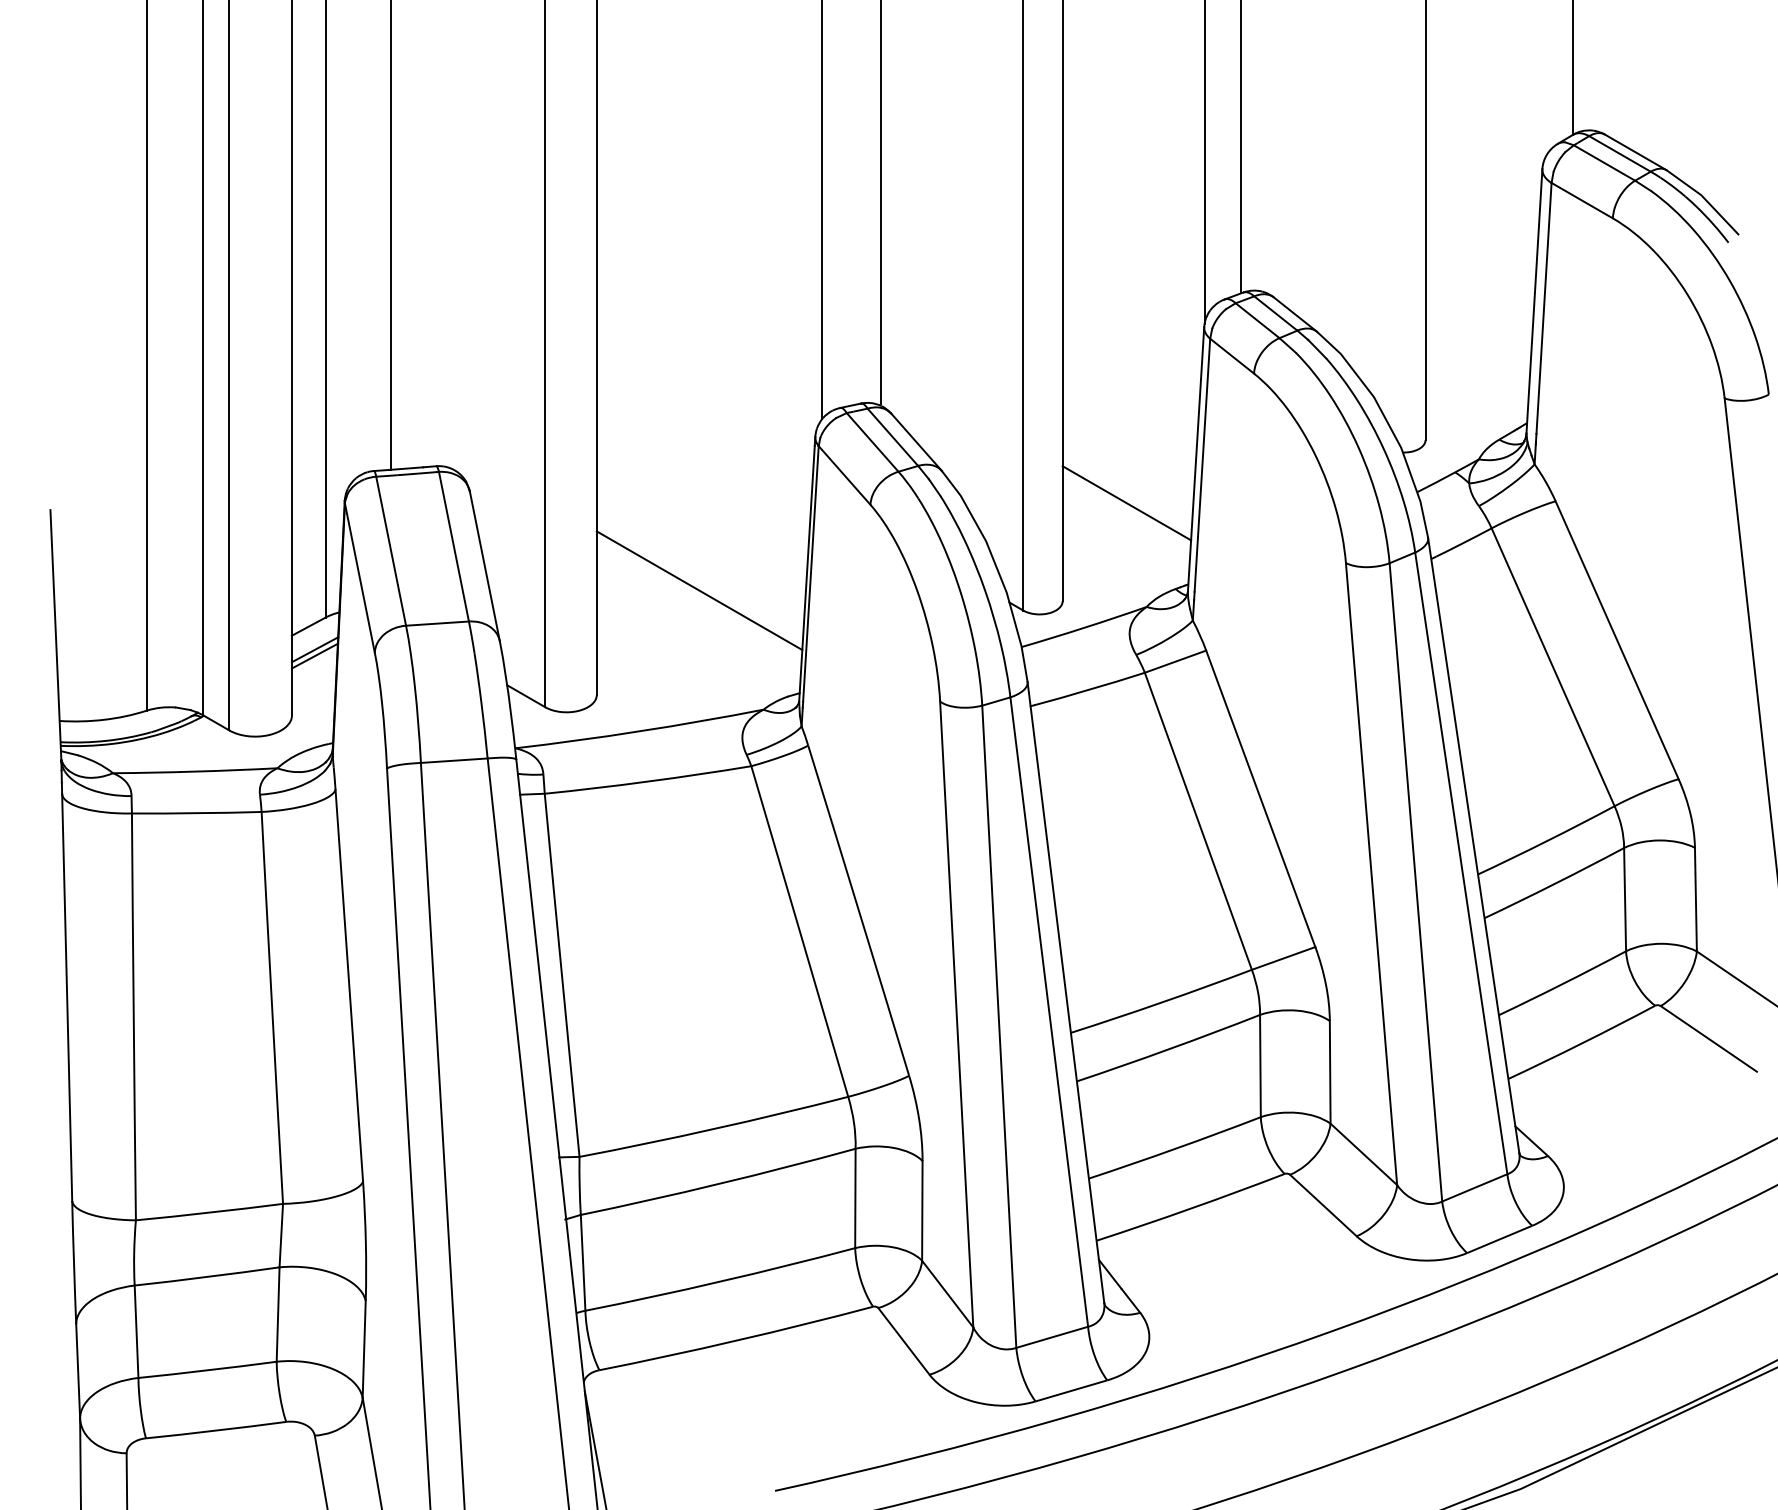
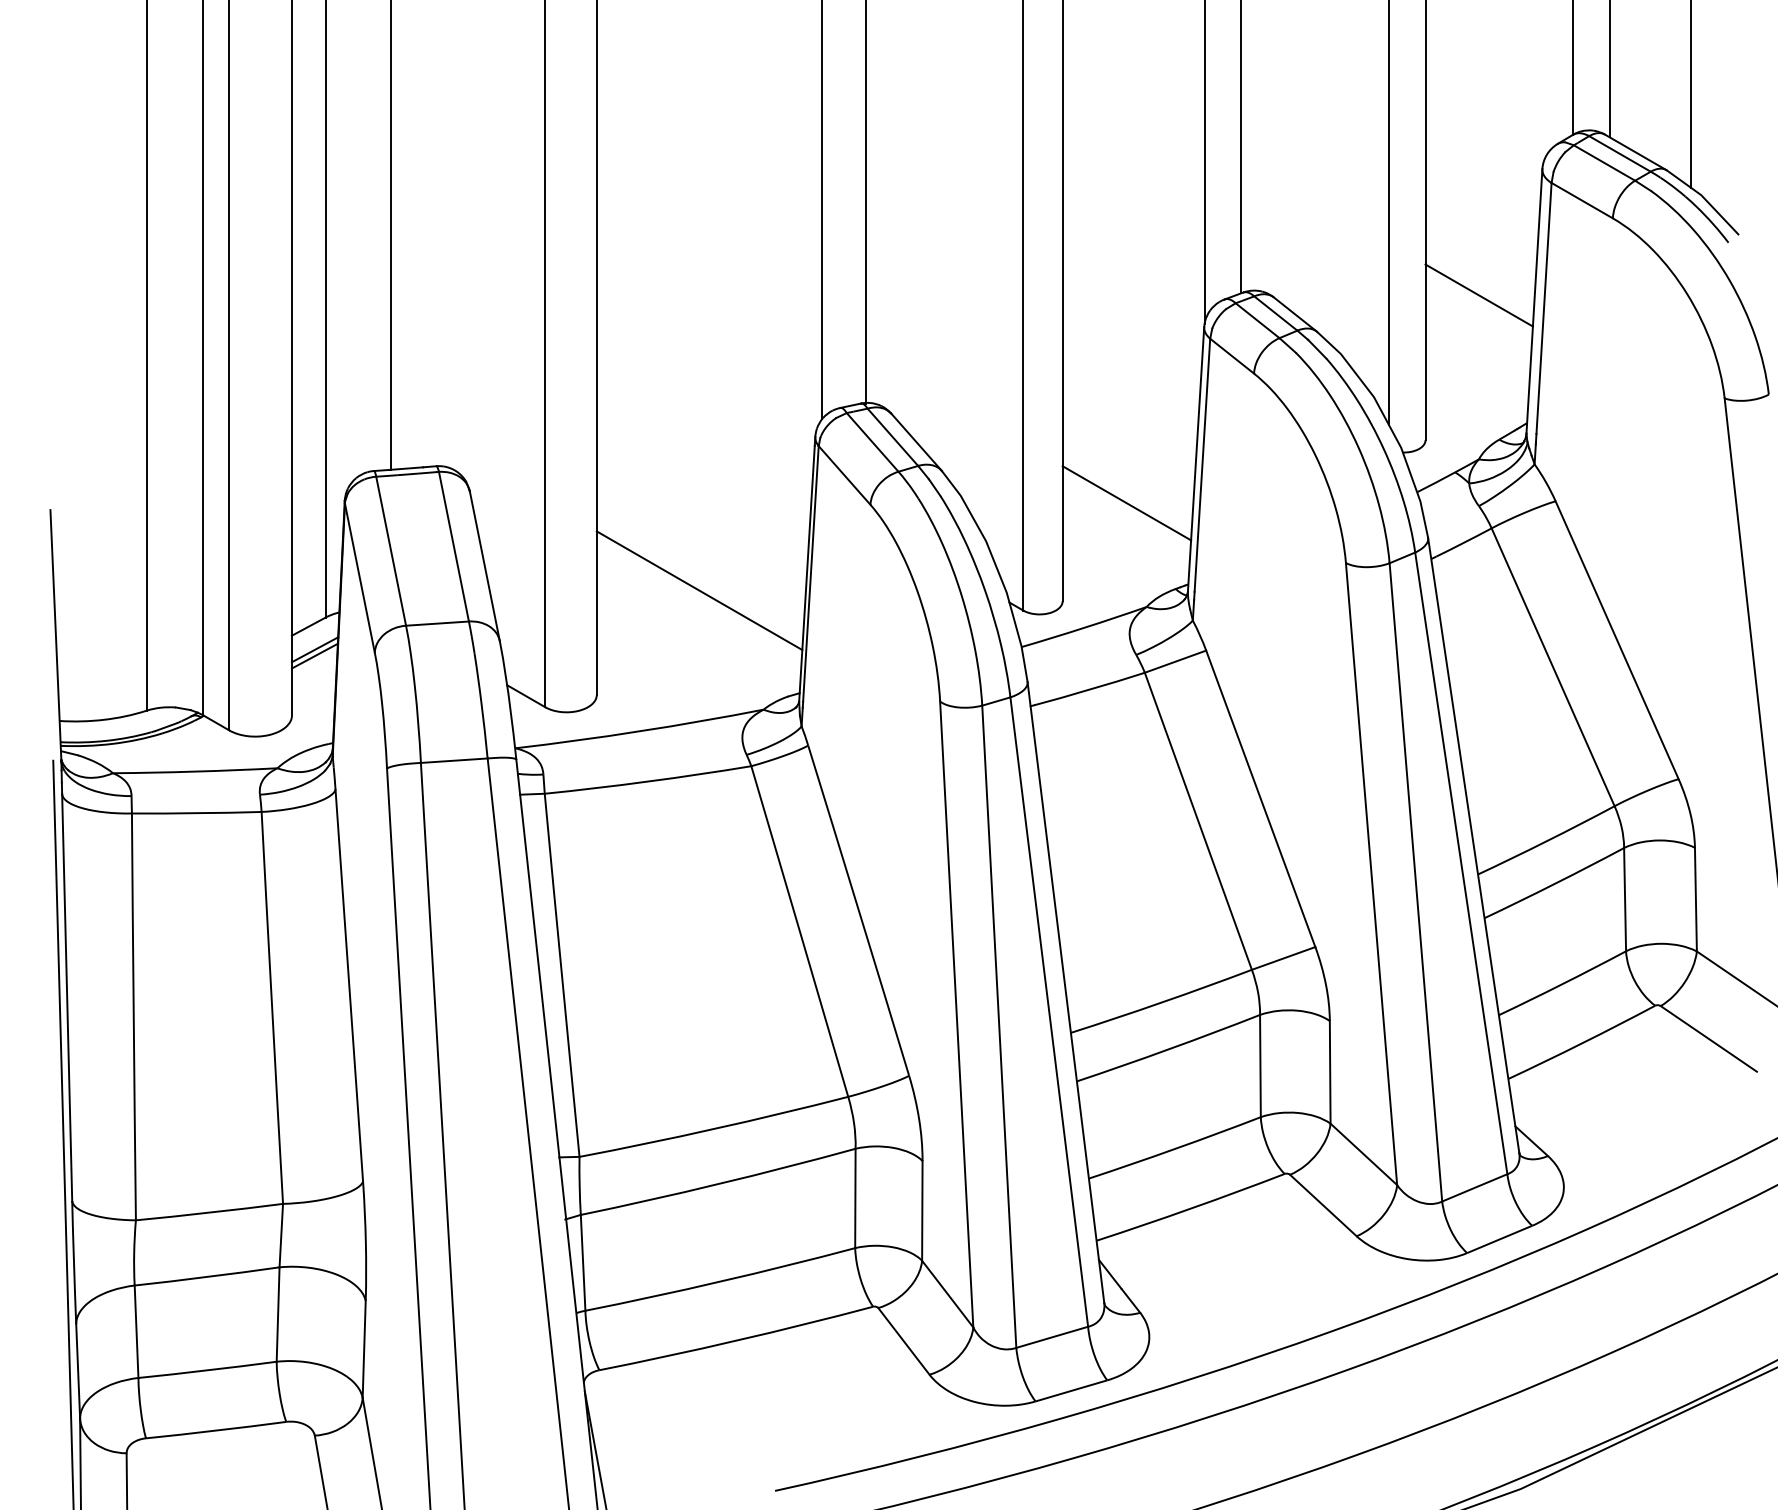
line at (1609, 69): none -> present
line at (1691, 94): none -> present
line at (881, 202) position: (881, 202) -> (866, 202)
line at (1388, 213): none -> present
line at (1478, 295): none -> present
line at (63, 1133): none -> present
